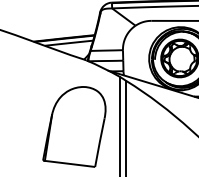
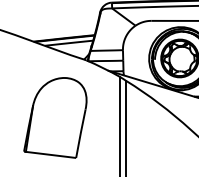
part at (74, 126) position: (74, 126) -> (55, 117)
